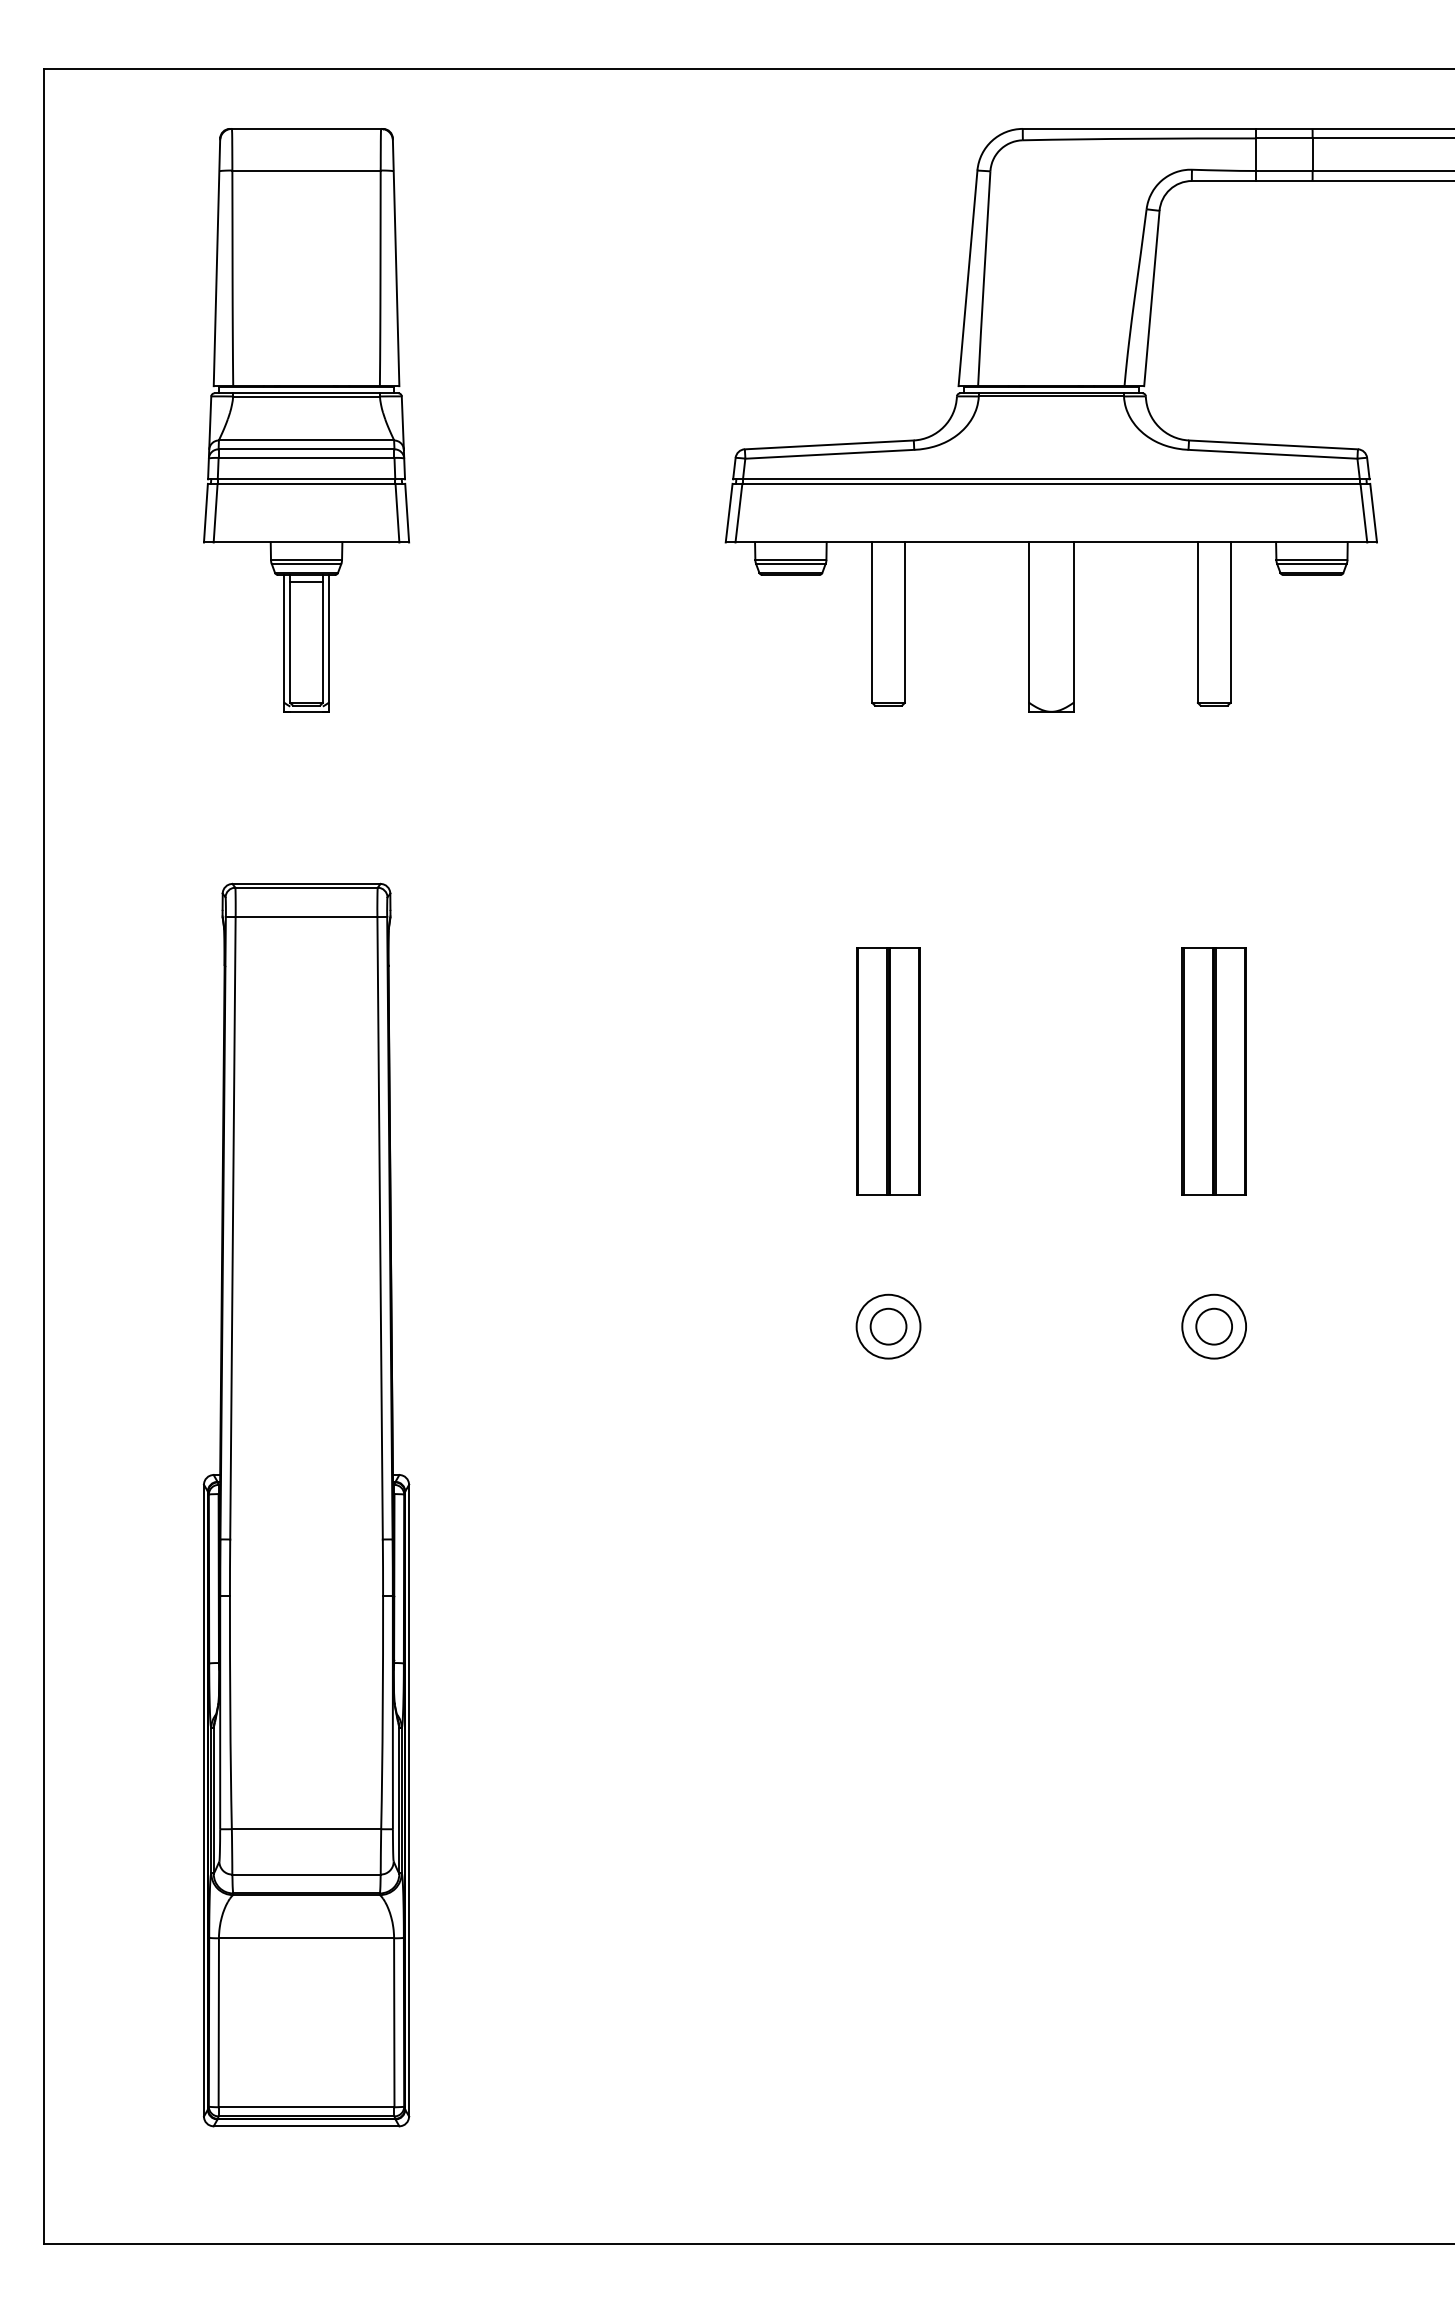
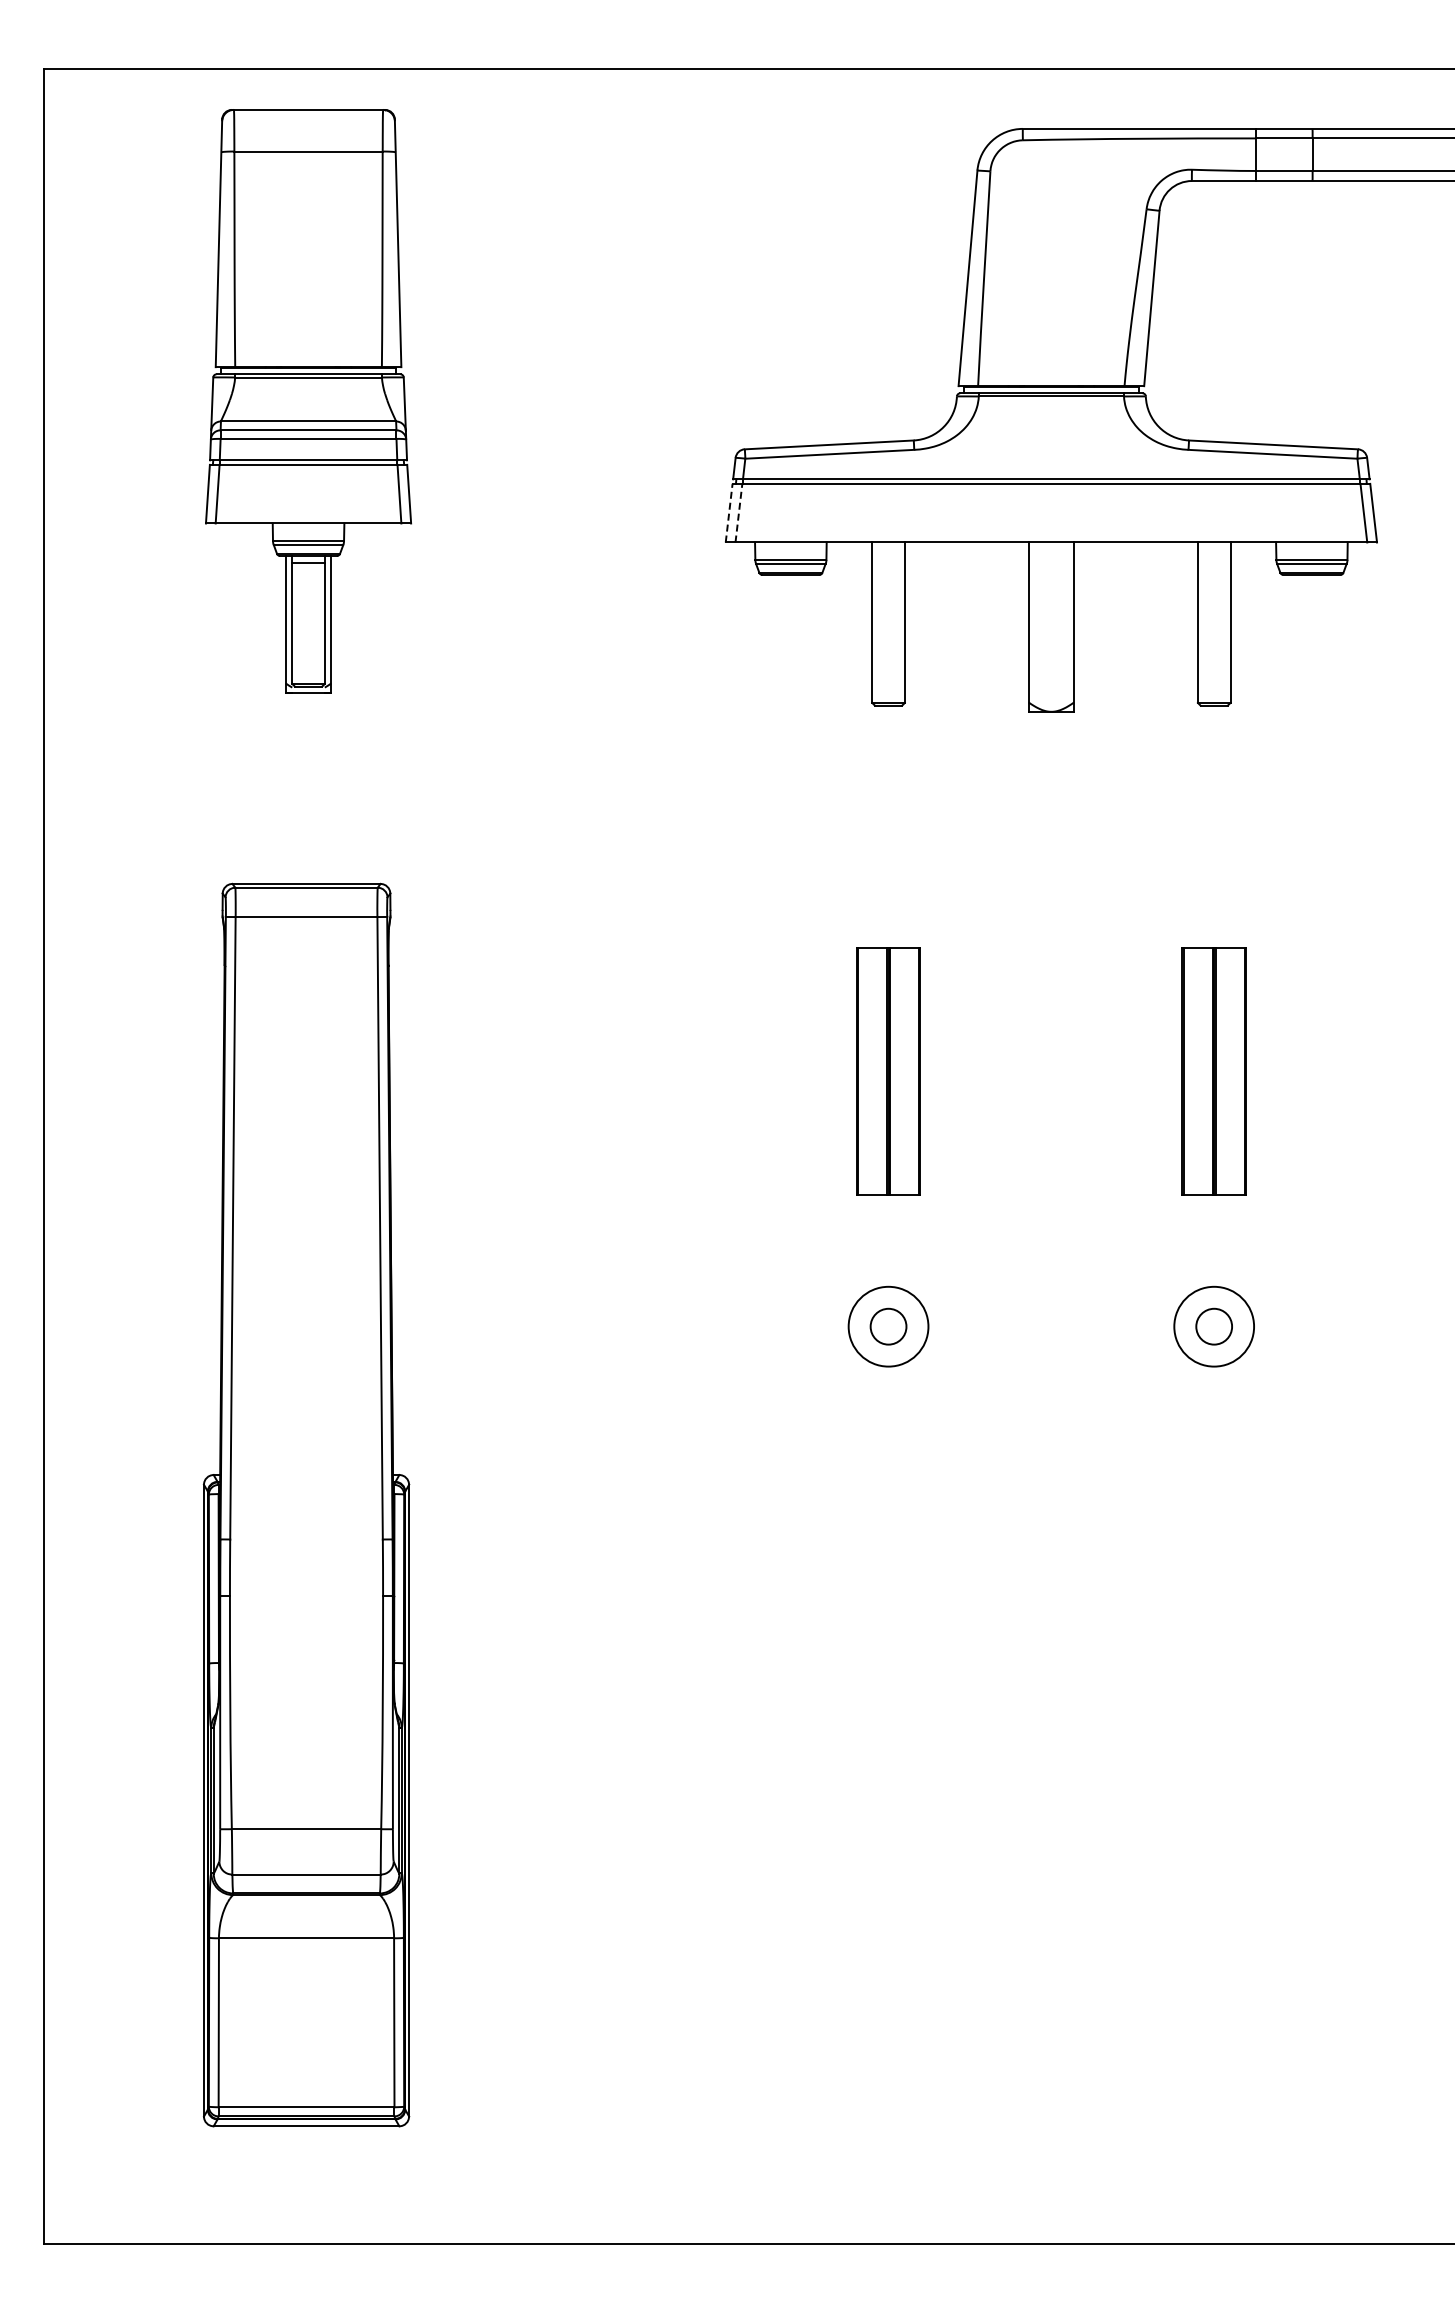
part at (306, 420) position: (306, 420) -> (308, 401)
line at (729, 513): solid -> dashed
line at (738, 513): solid -> dashed
circle at (888, 1326) diameter: 64 px -> 80 px
circle at (1214, 1326) diameter: 64 px -> 80 px
